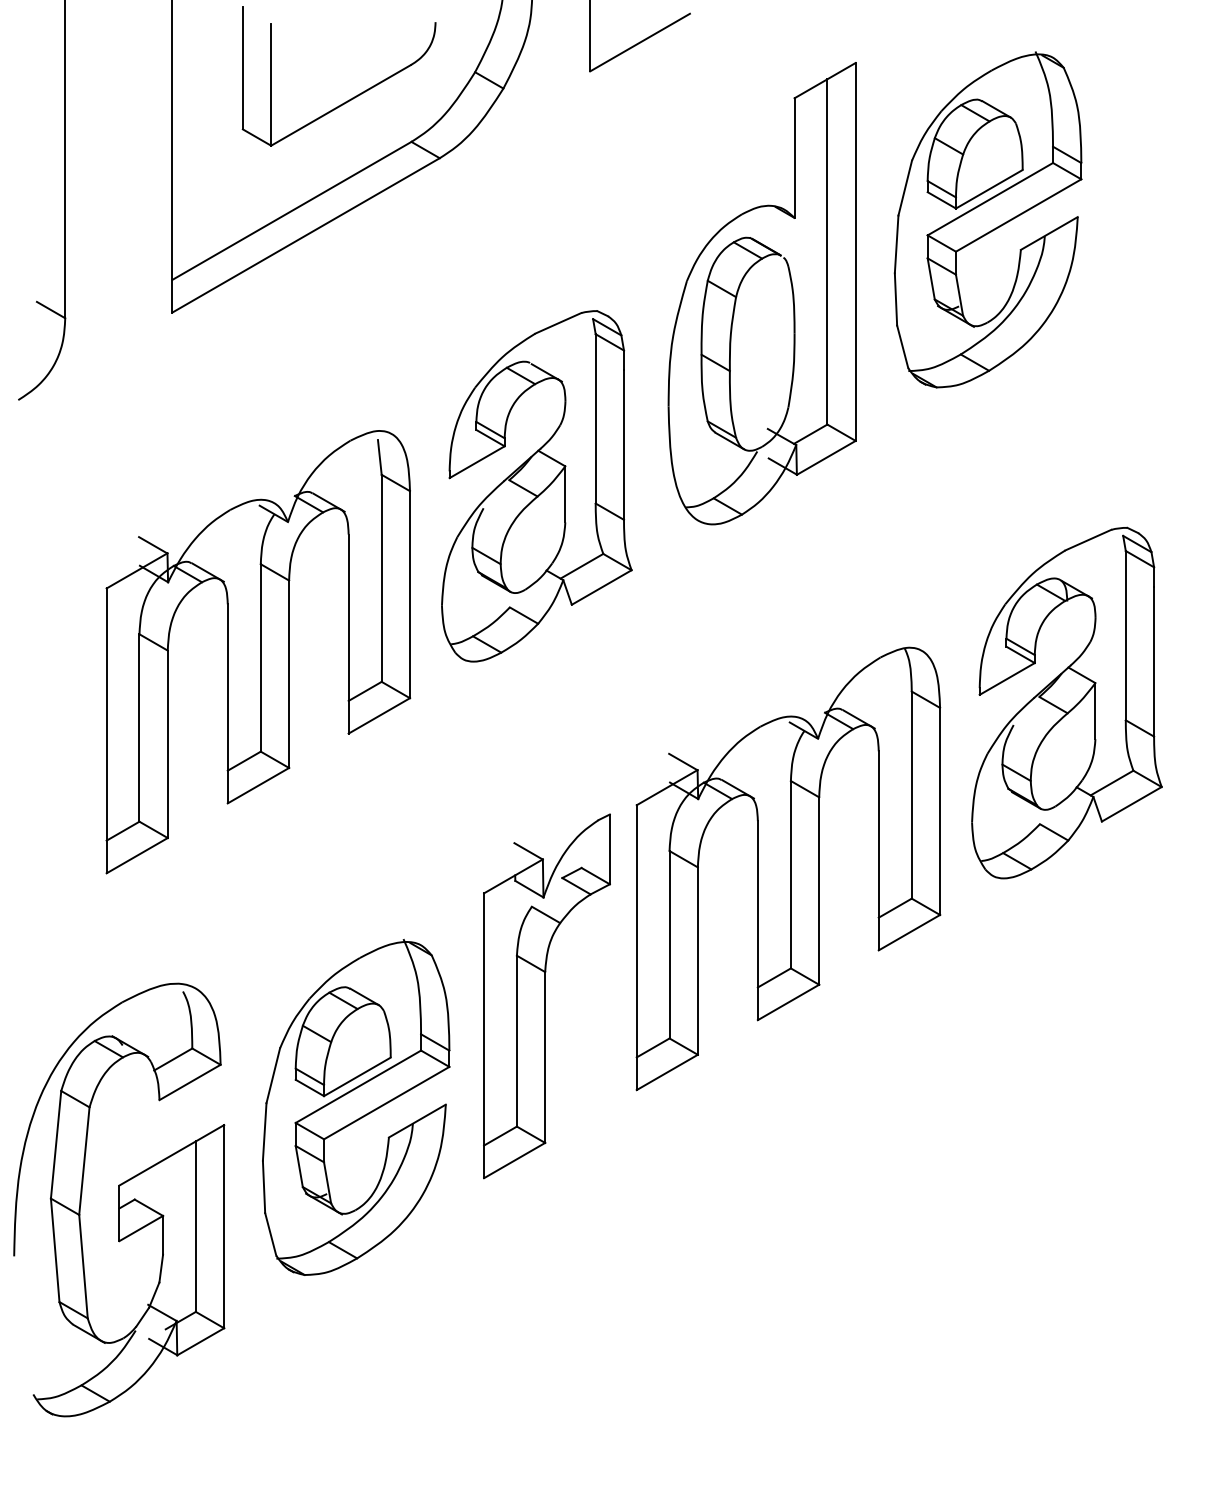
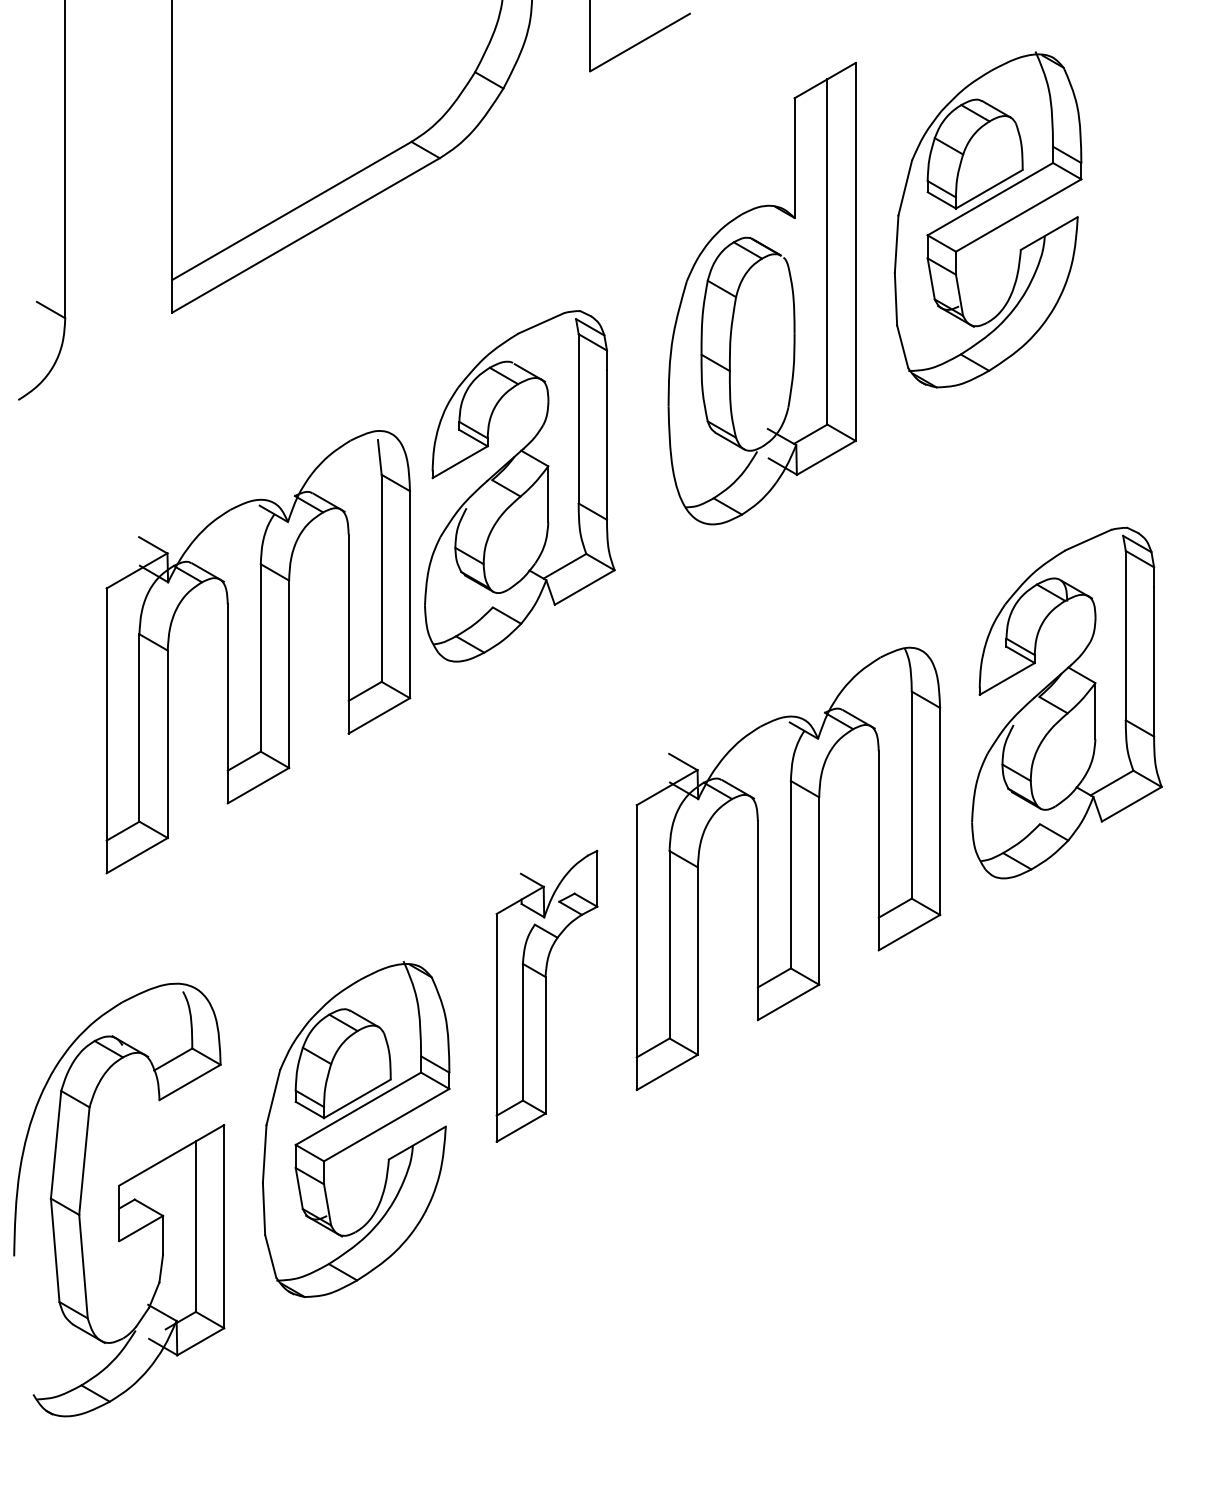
part at (350, 98): present -> none
part at (536, 486) position: (536, 486) -> (519, 486)
part at (546, 996) size: 128x367 px -> 104x294 px
part at (356, 1107) position: (356, 1107) -> (356, 1129)
